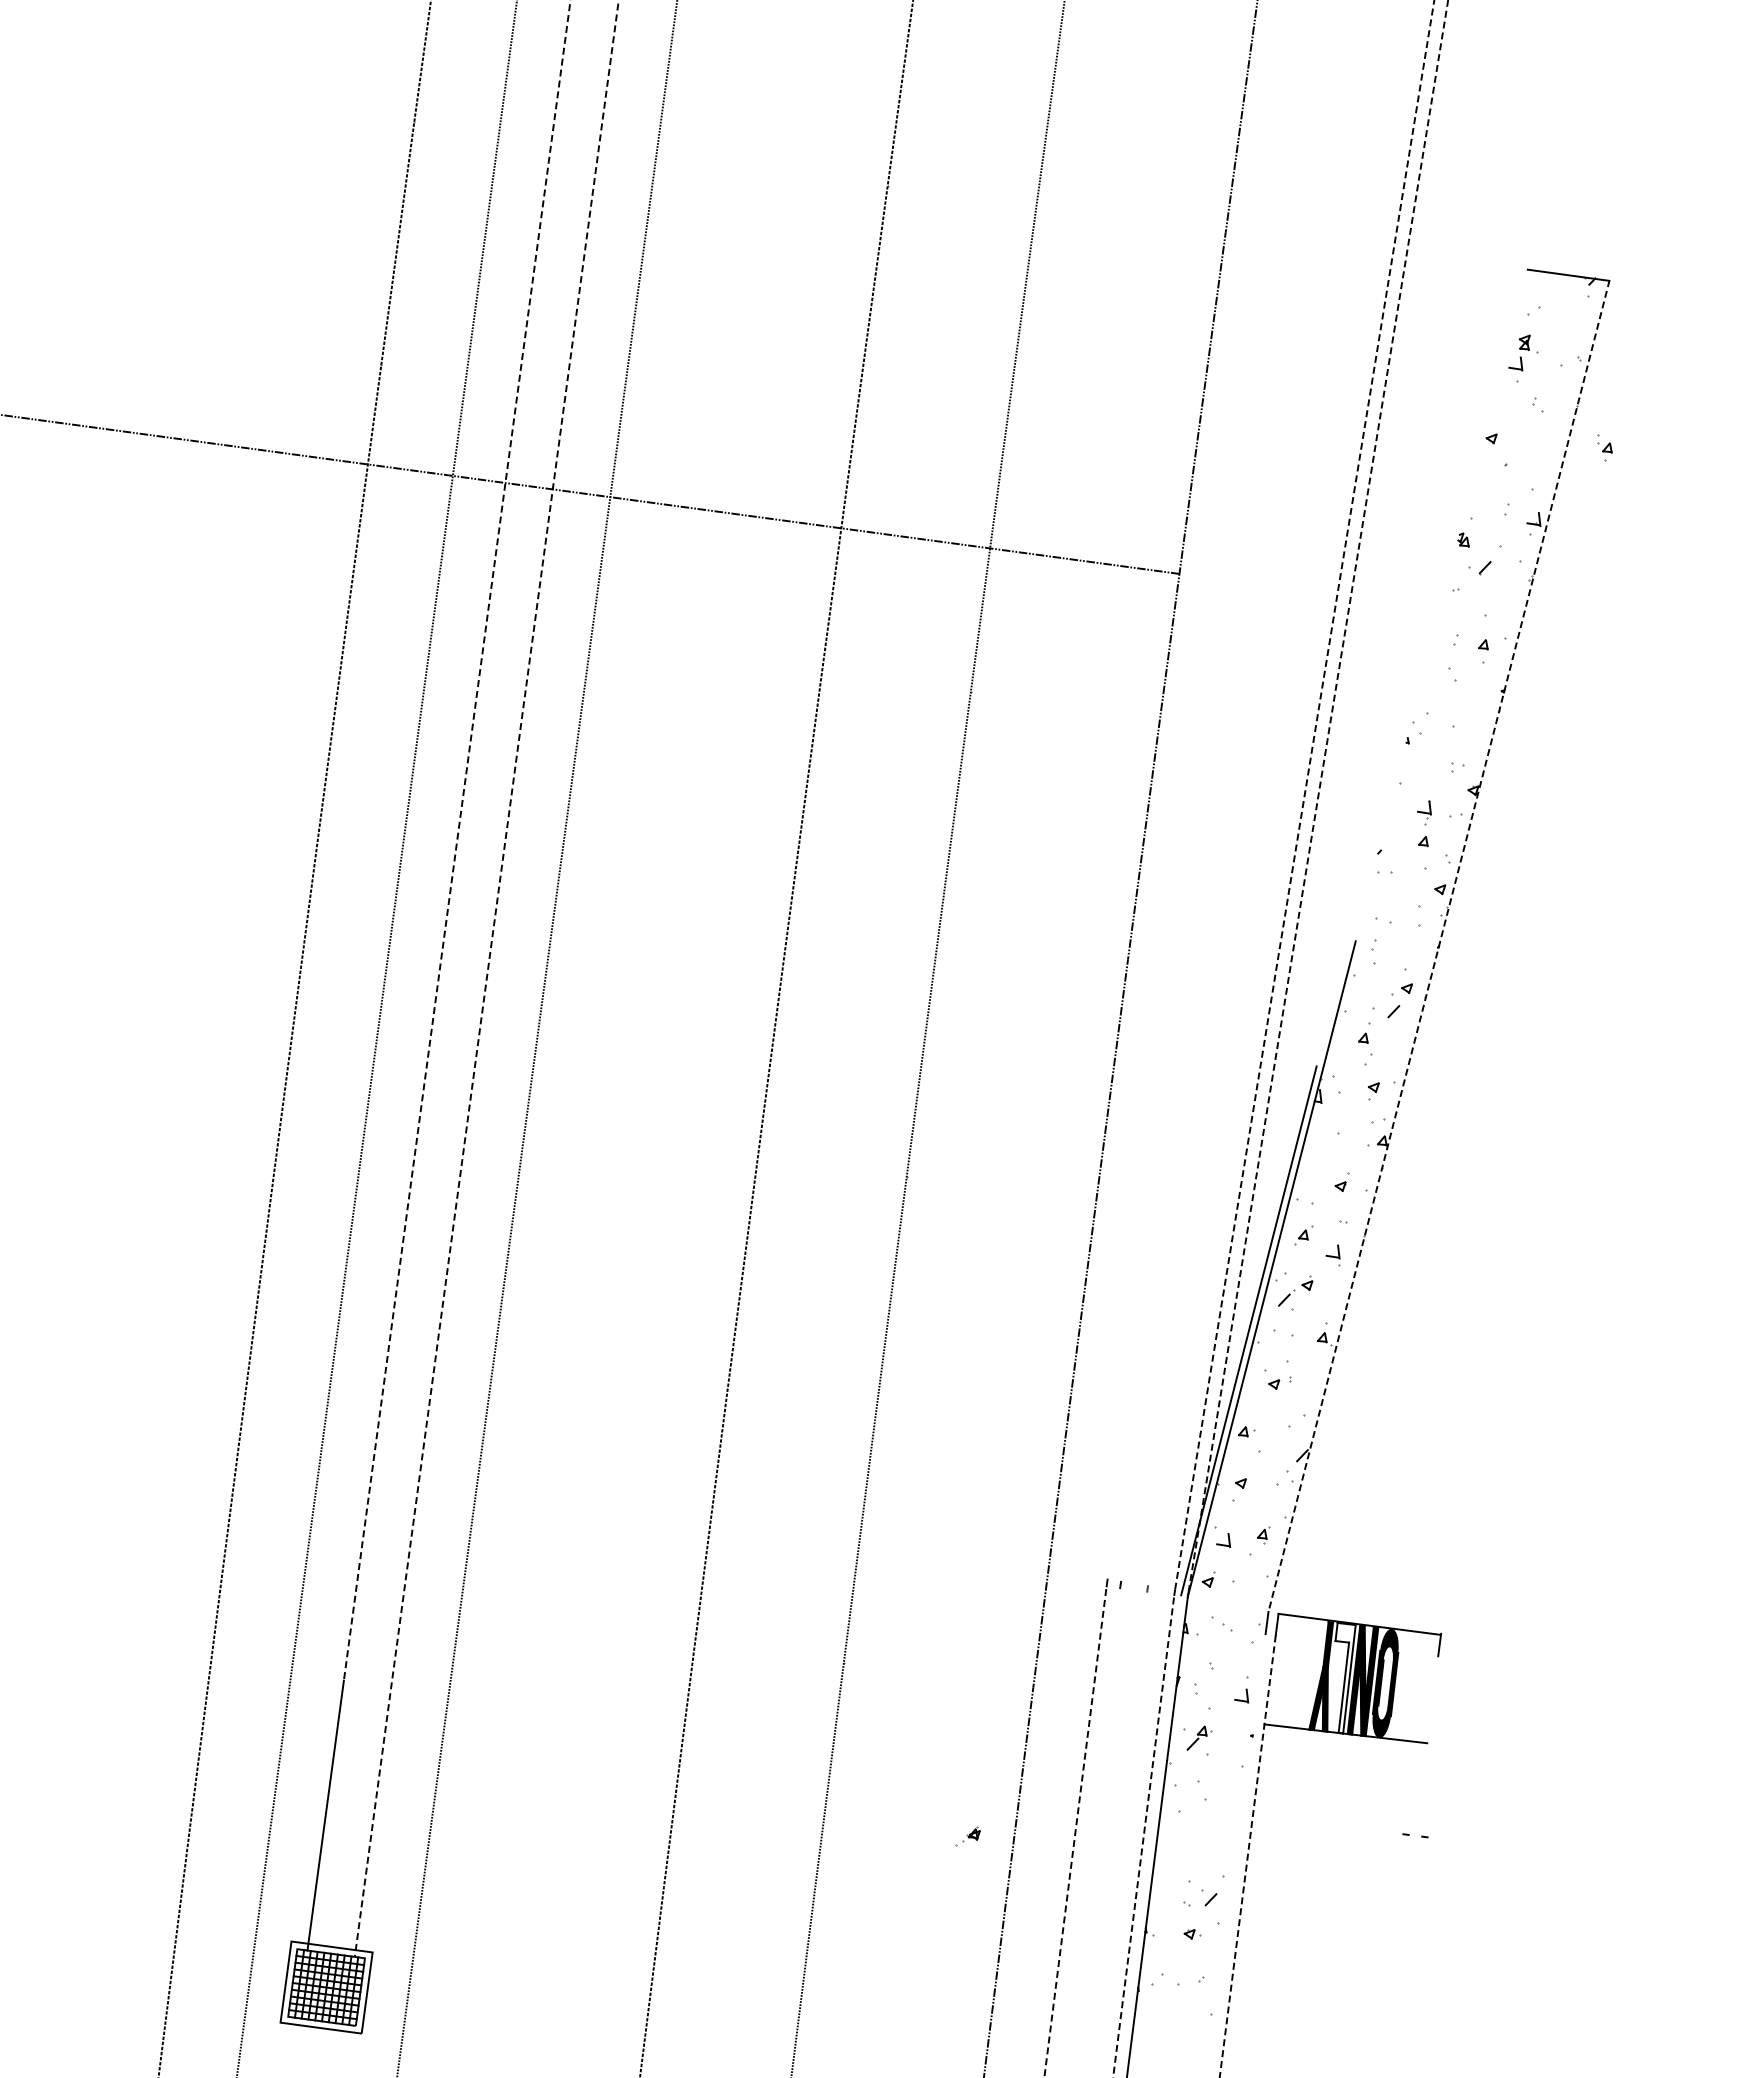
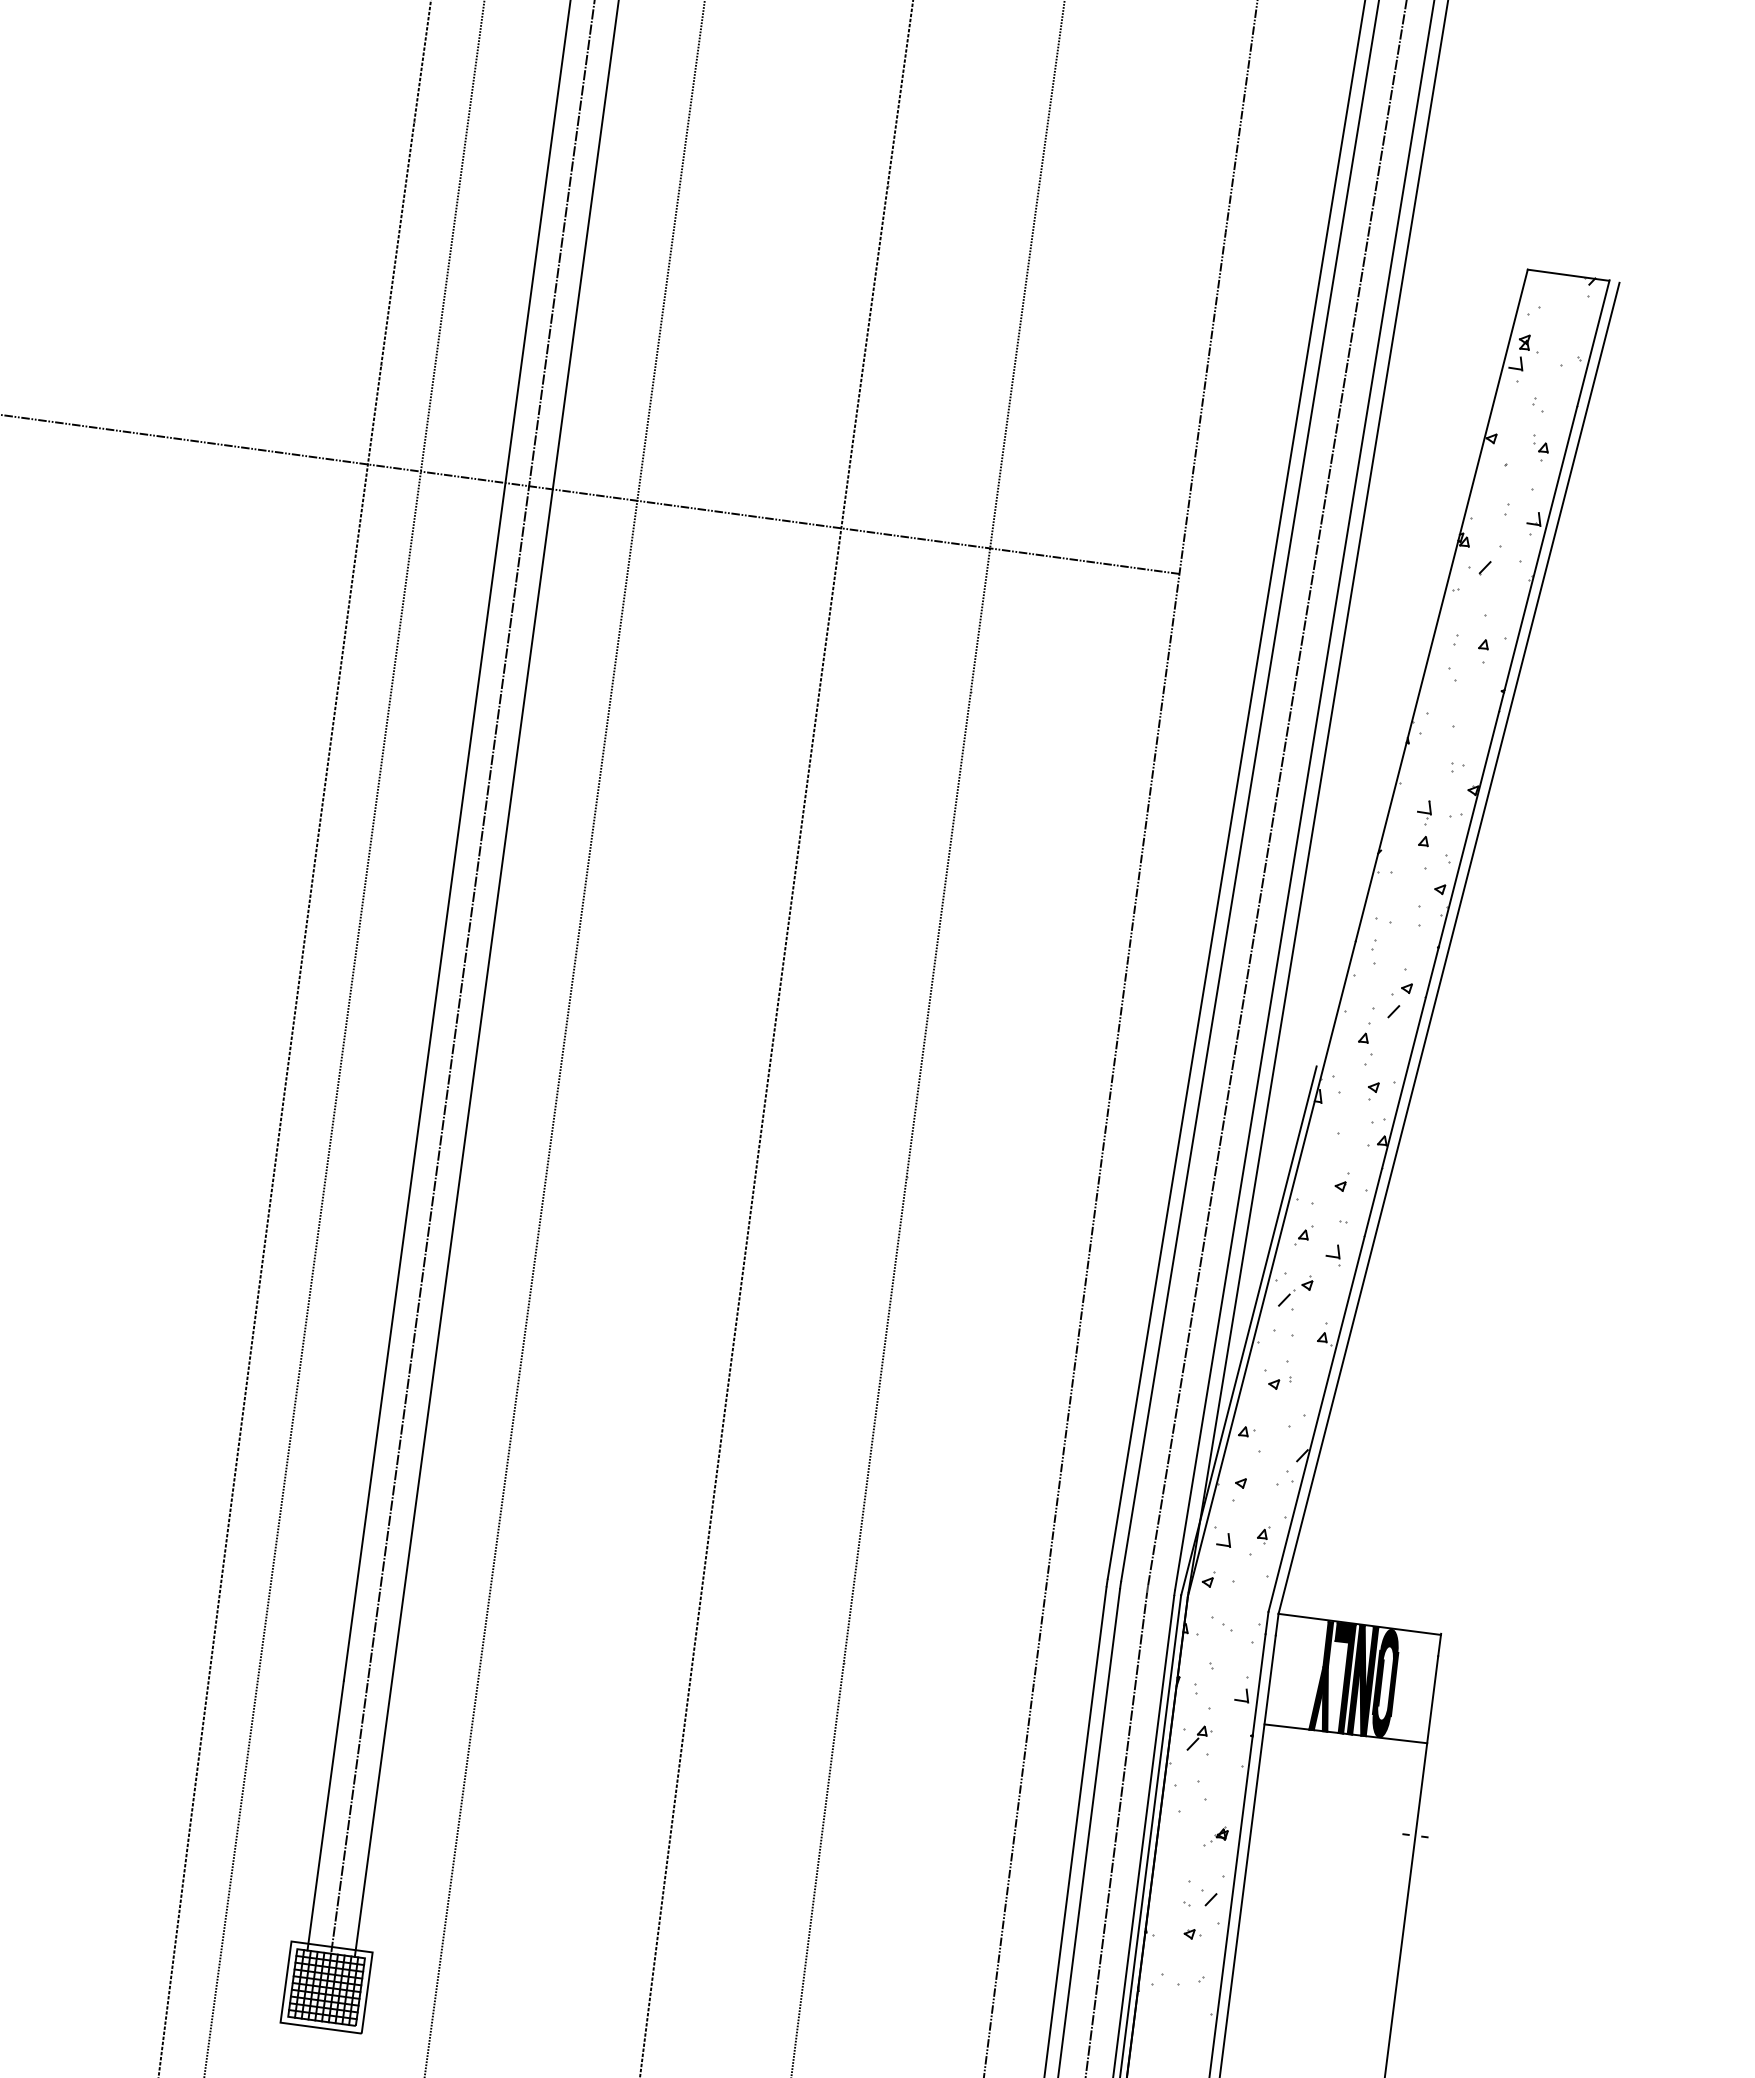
part at (1604, 447) position: (1604, 447) -> (1540, 447)
line at (1441, 605): none -> present
line at (1235, 790): none -> present
line at (1249, 791): none -> present
line at (1277, 793): none -> present
line at (1304, 794): dashed -> solid
line at (1318, 795): dashed -> solid
line at (457, 840): dashed -> solid
line at (1438, 946): dashed -> solid
line at (1448, 947): none -> present
line at (462, 977): none -> present
line at (486, 978): dashed -> solid
line at (376, 1038) position: (376, 1038) -> (344, 1038)
line at (537, 1038) position: (537, 1038) -> (564, 1038)
fill at (1345, 1677): none -> present
line at (1089, 1831): none -> present
line at (1075, 1832): dashed -> solid
line at (1116, 1833): none -> present
line at (1150, 1834): none -> present
line at (1157, 1835): none -> present
part at (967, 1836) position: (967, 1836) -> (1215, 1836)
line at (1143, 1836): dashed -> solid
line at (1237, 1854): none -> present
line at (1247, 1856): dashed -> solid
line at (1411, 1865): none -> present
